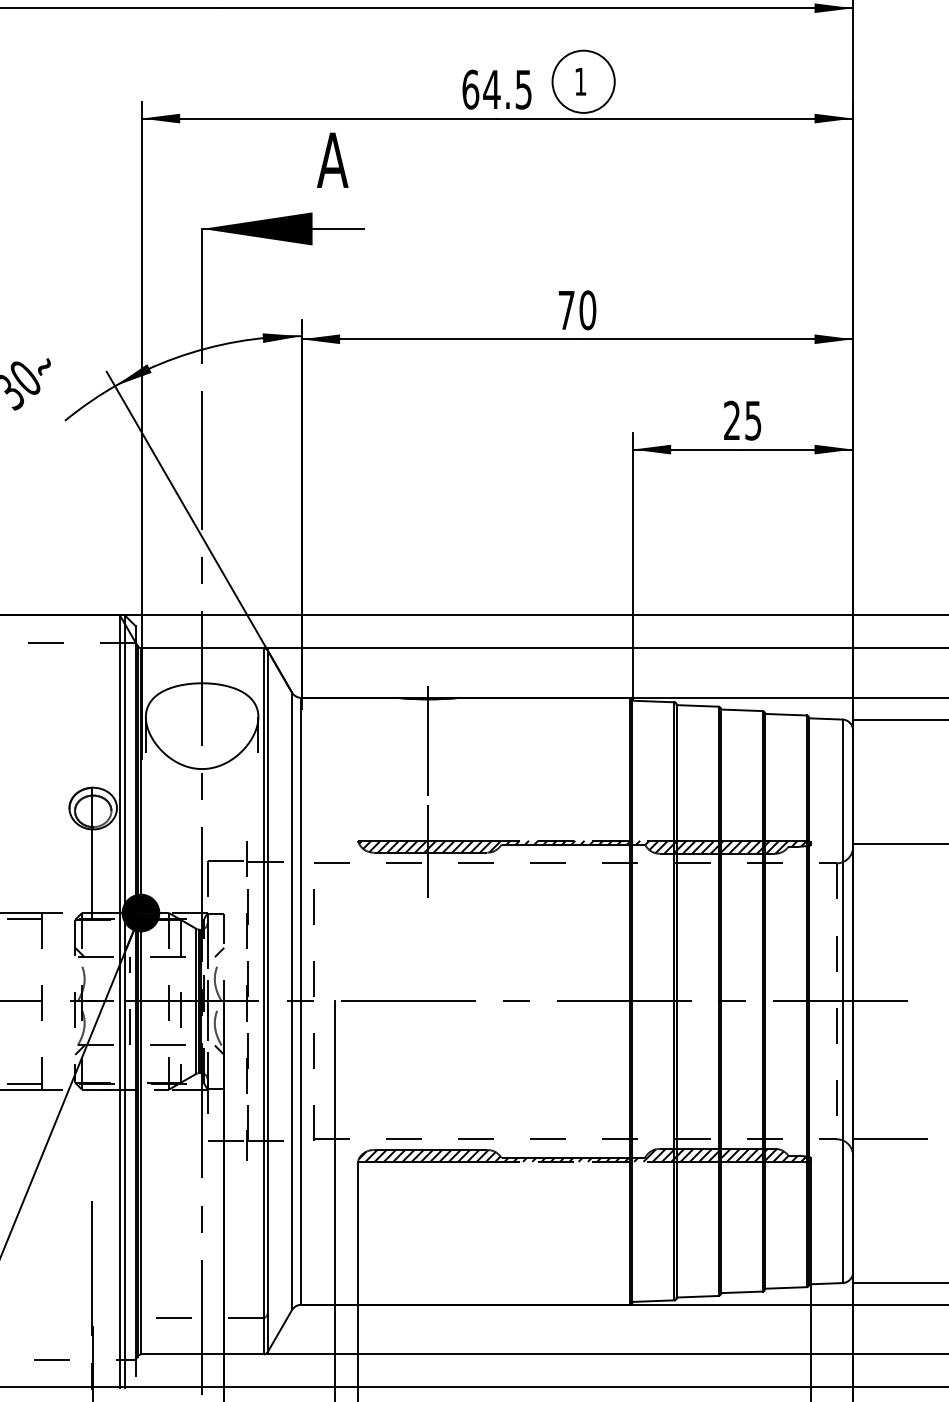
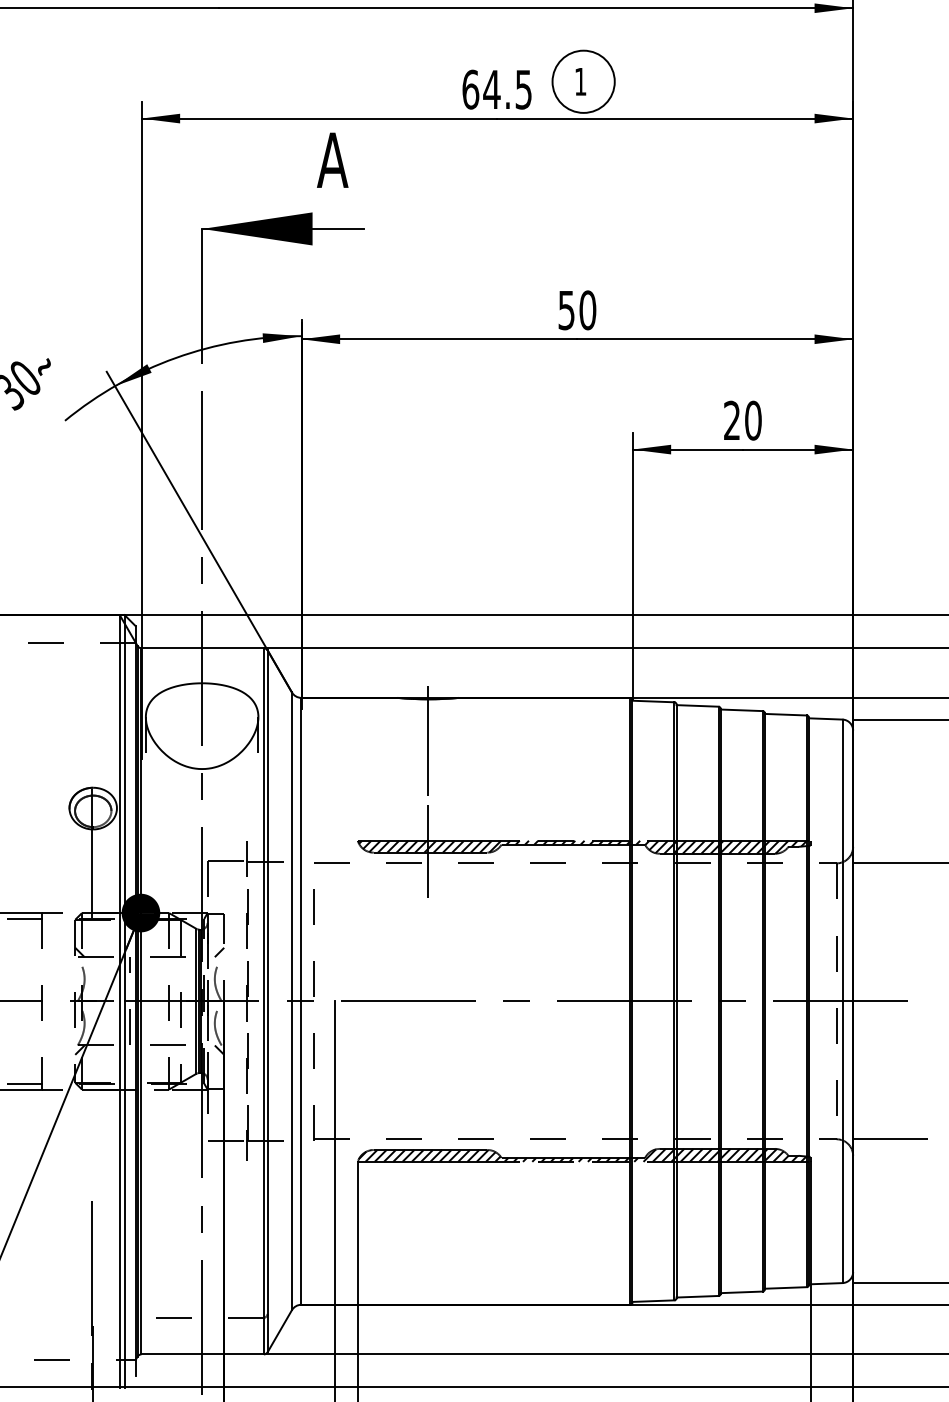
text at (566, 310): 70 -> 50
text at (753, 420): 25 -> 20
line at (899, 844) position: (899, 844) -> (899, 863)
